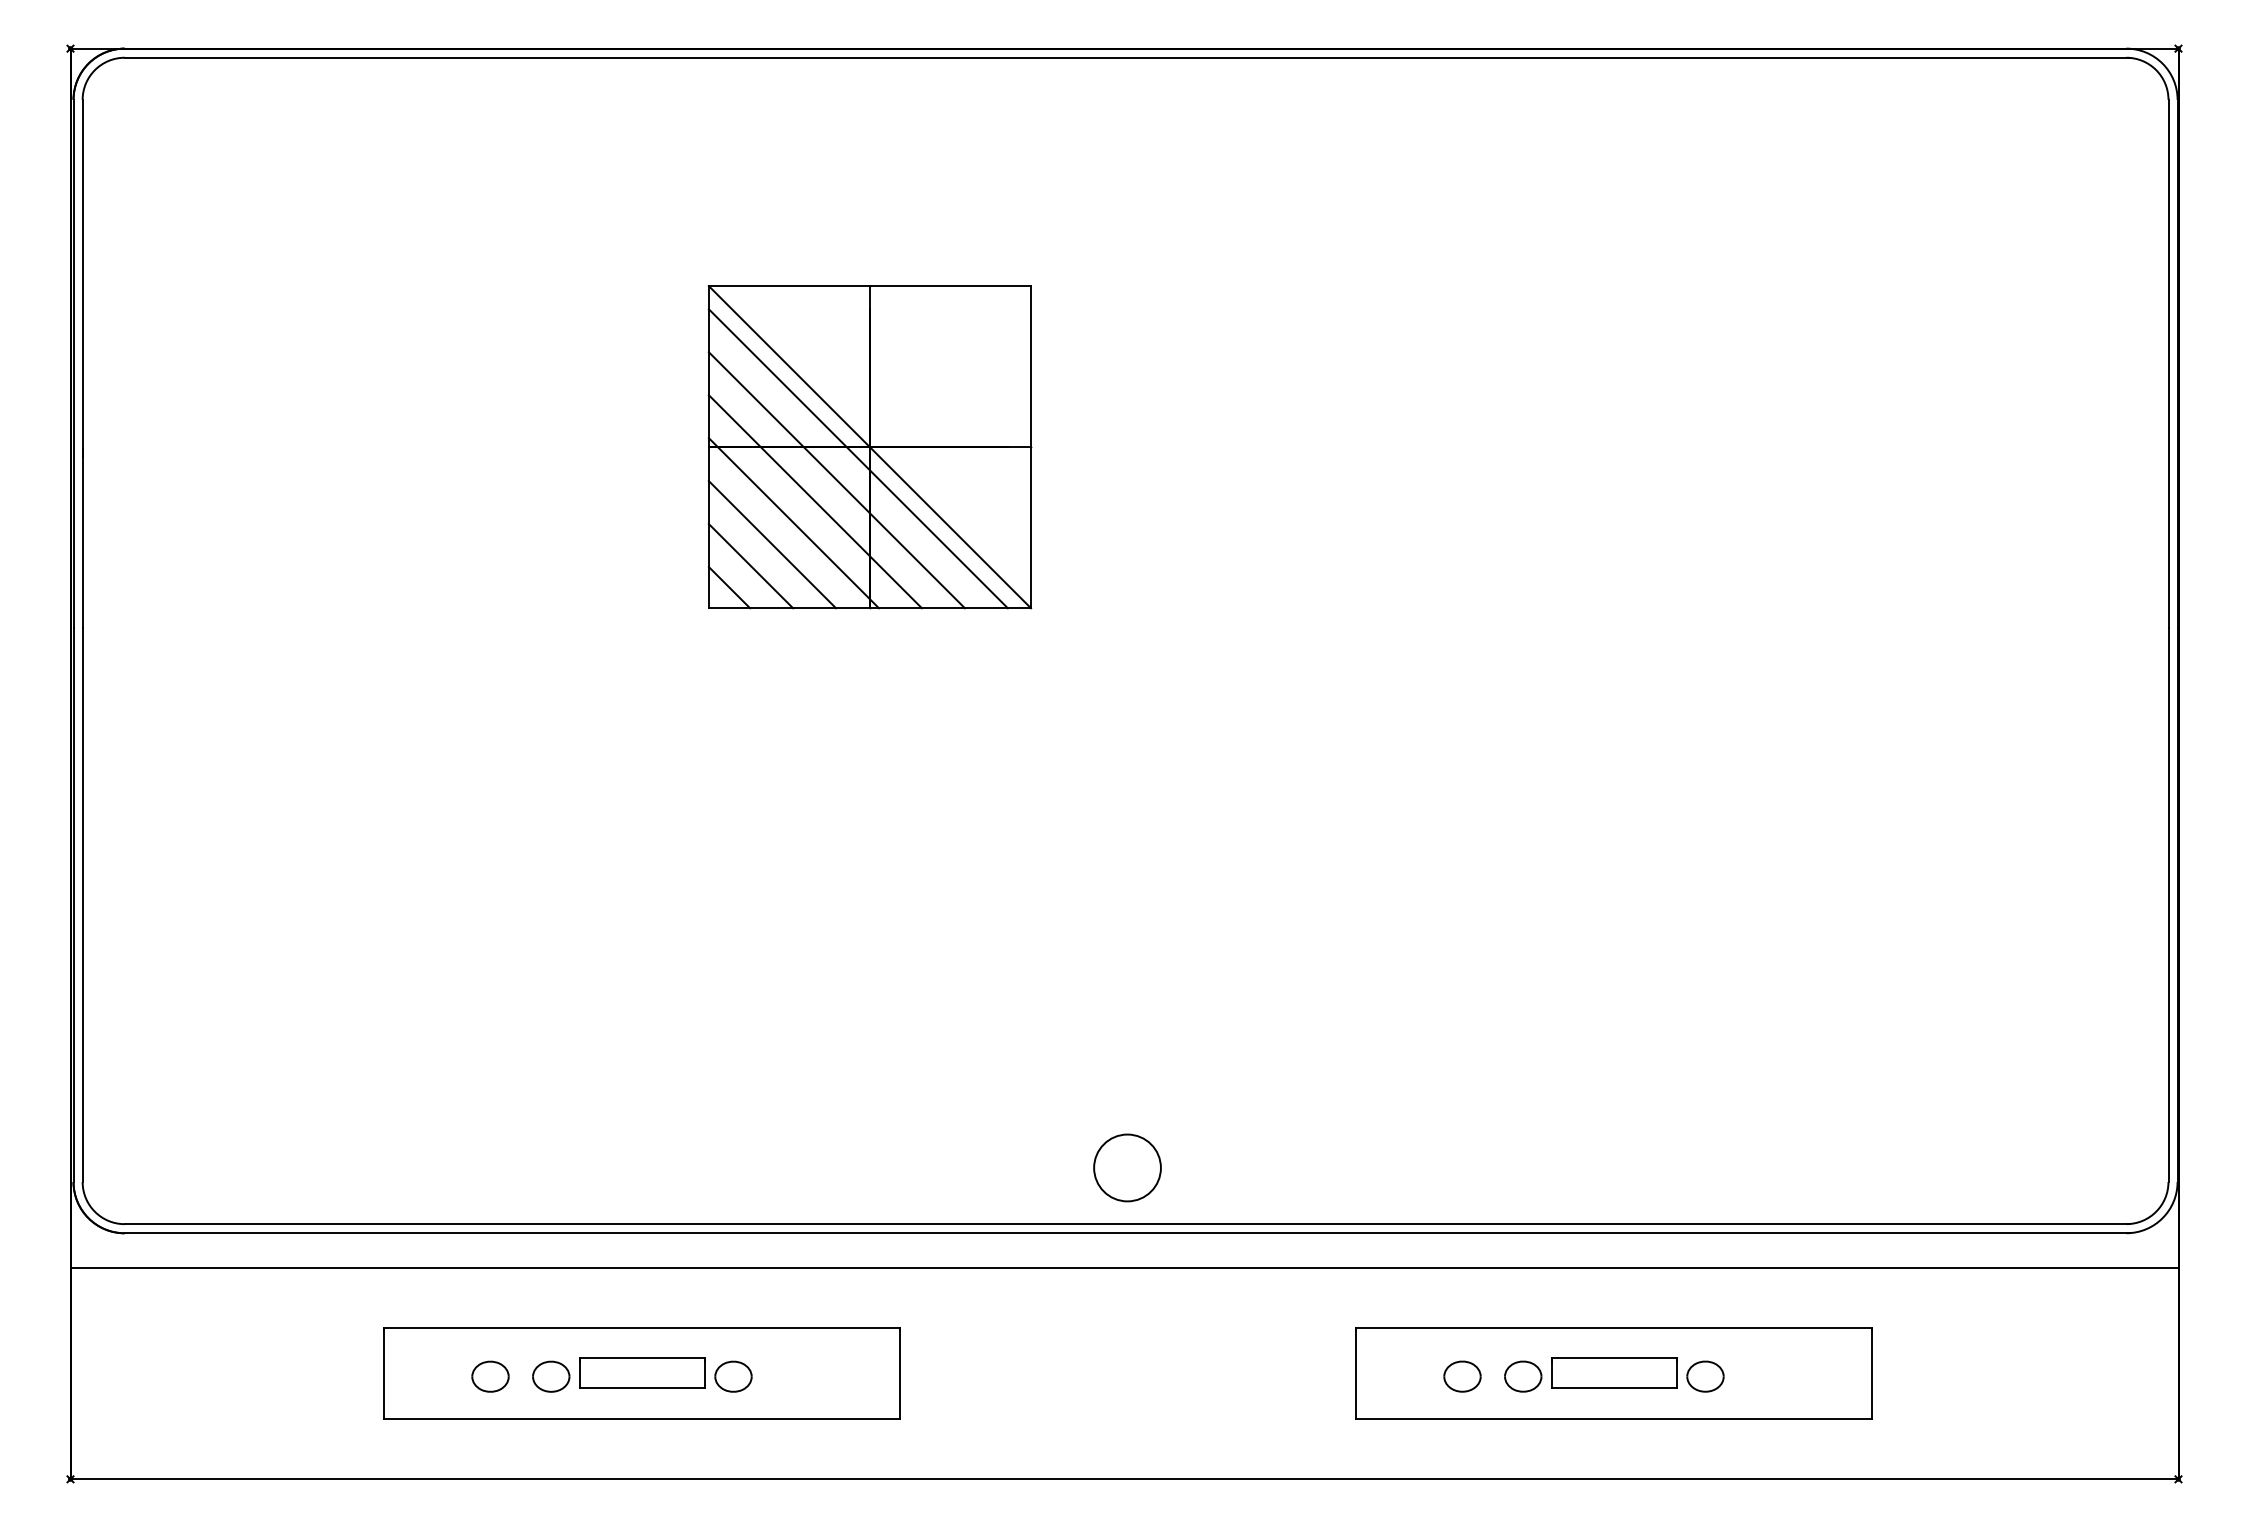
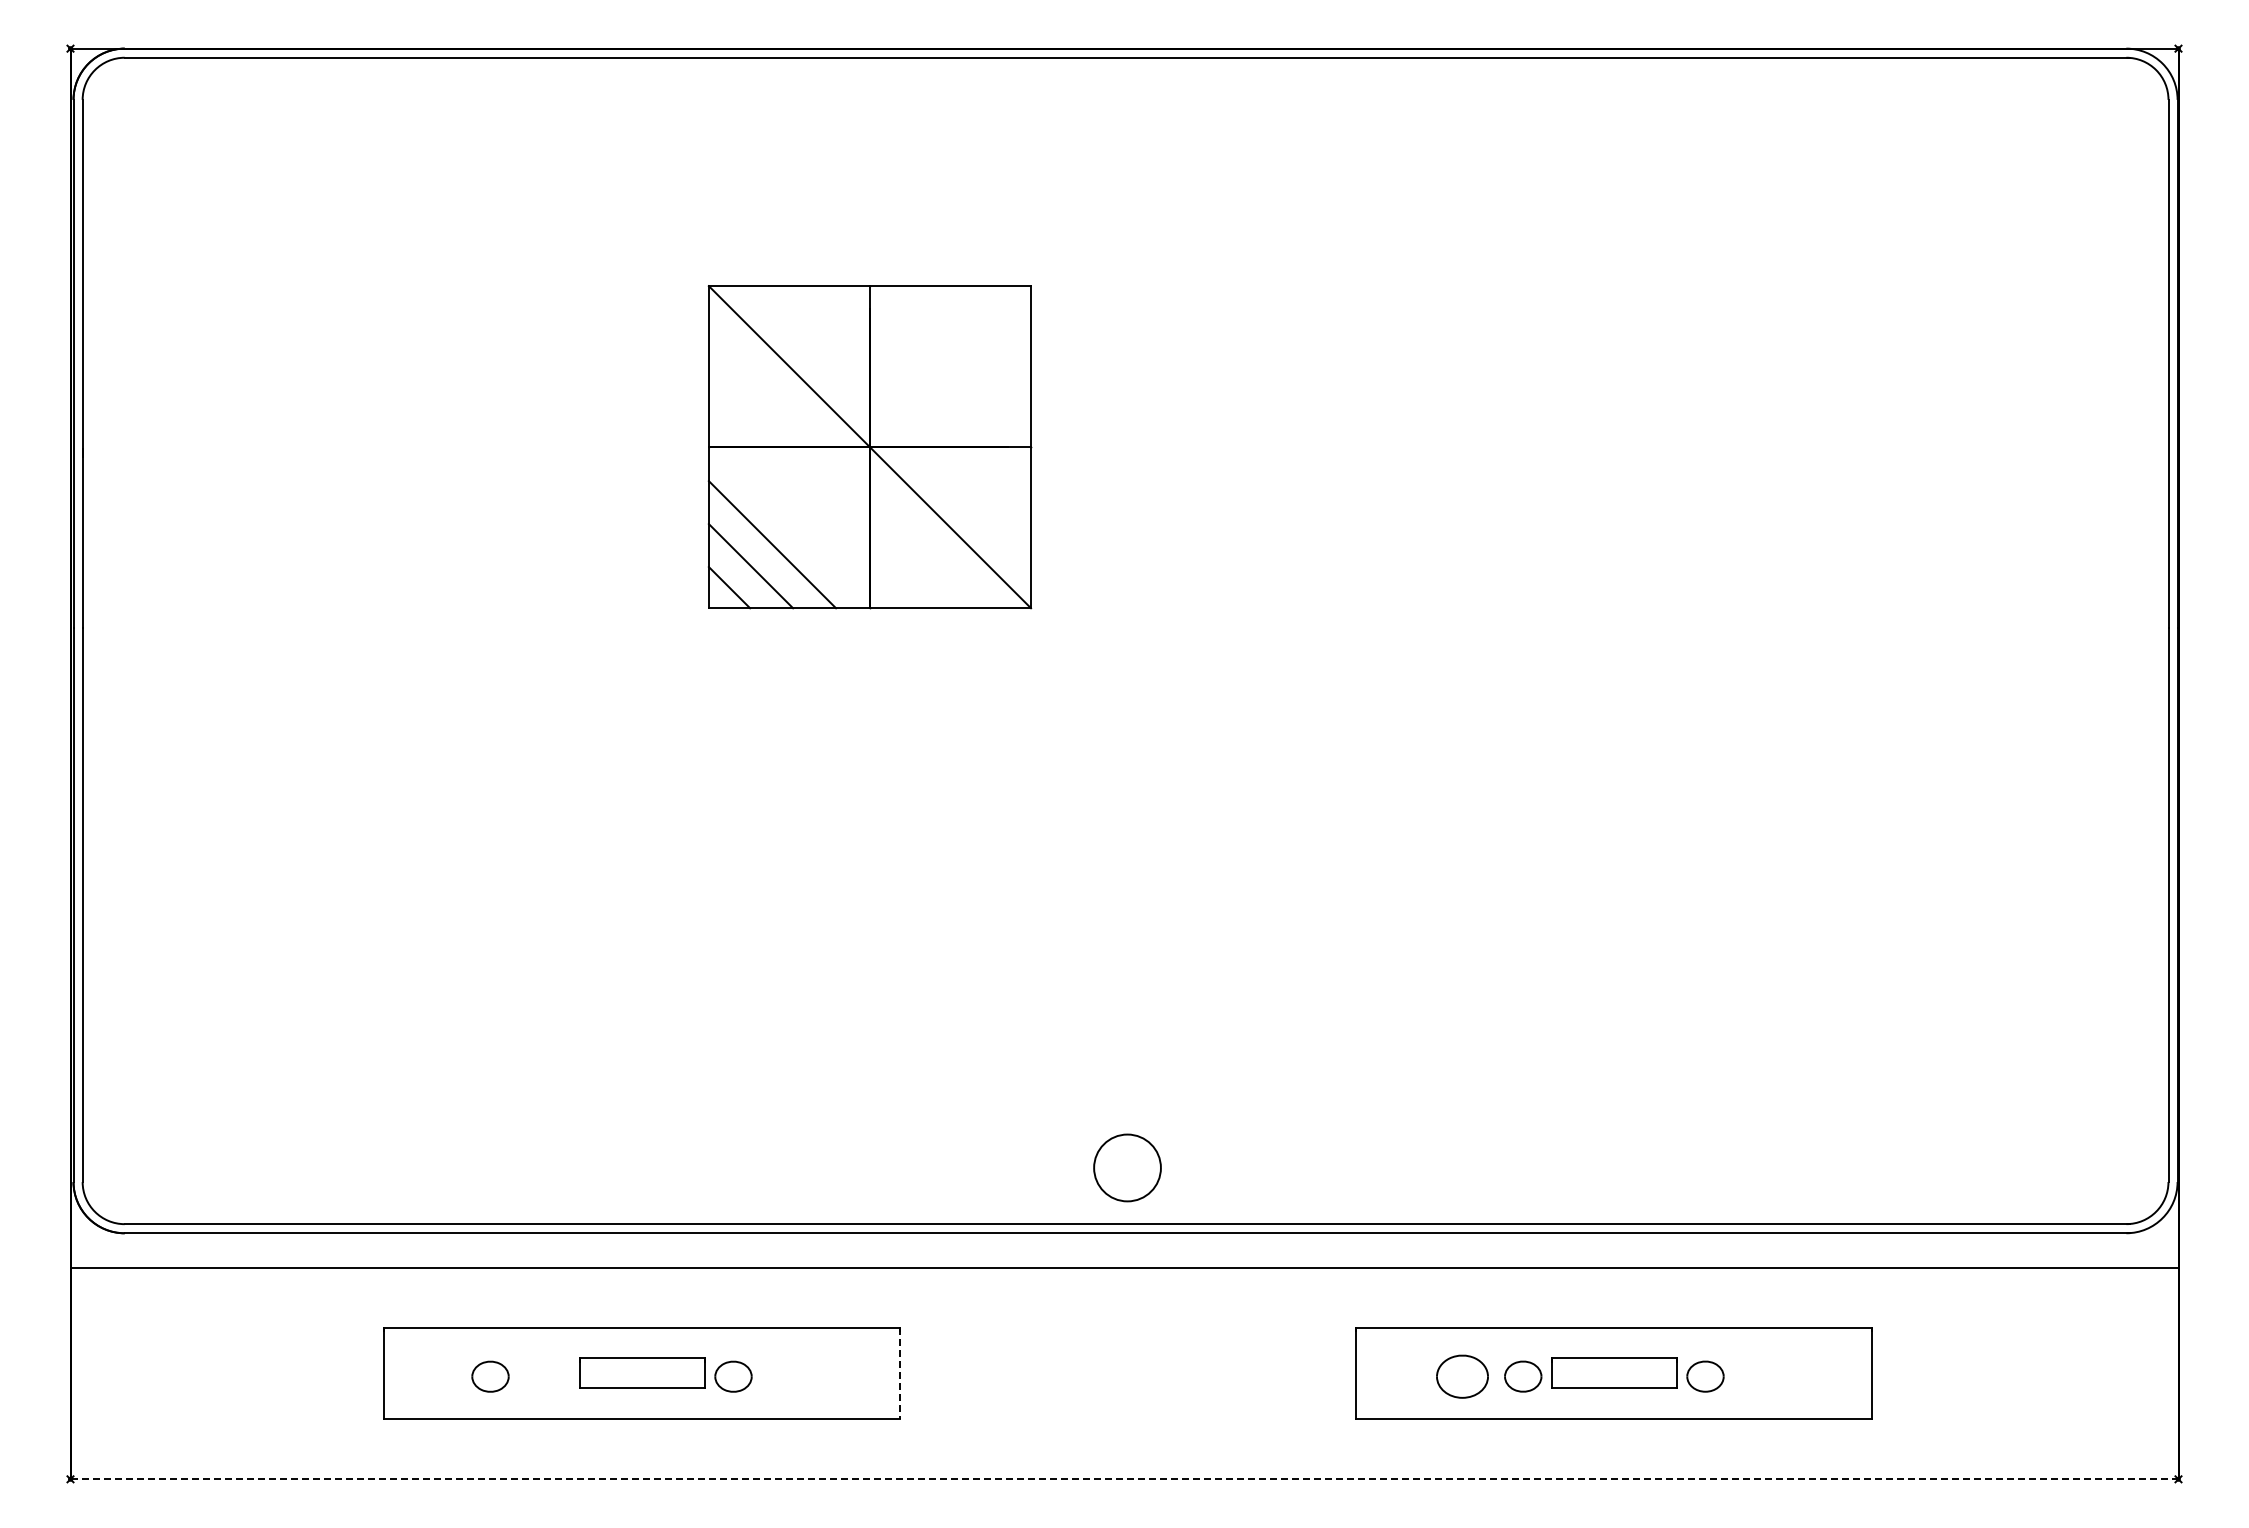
line at (857, 458): present -> none
line at (836, 480): present -> none
line at (814, 501): present -> none
line at (793, 523): present -> none
line at (900, 1373): solid -> dashed
part at (551, 1376): present -> none
part at (1462, 1376) size: 39x33 px -> 53x45 px
line at (1124, 1479): solid -> dashed
